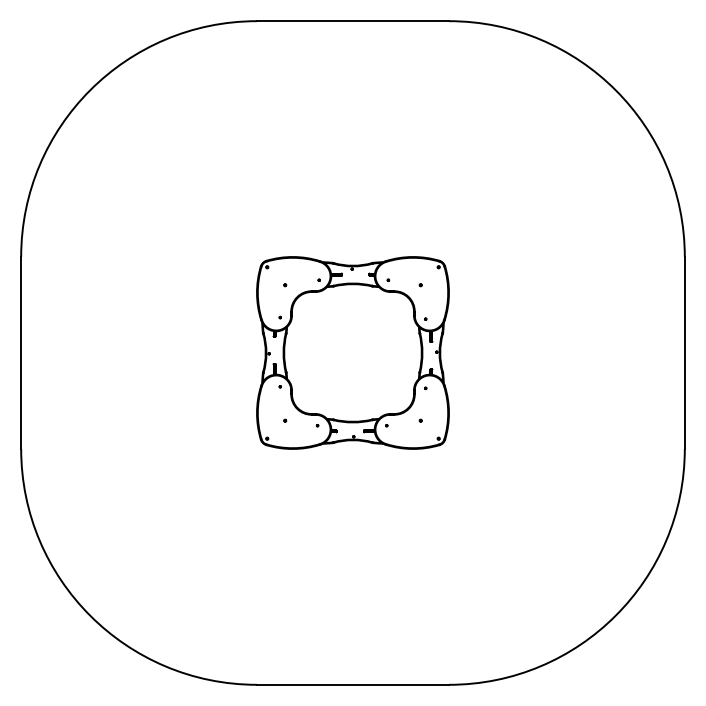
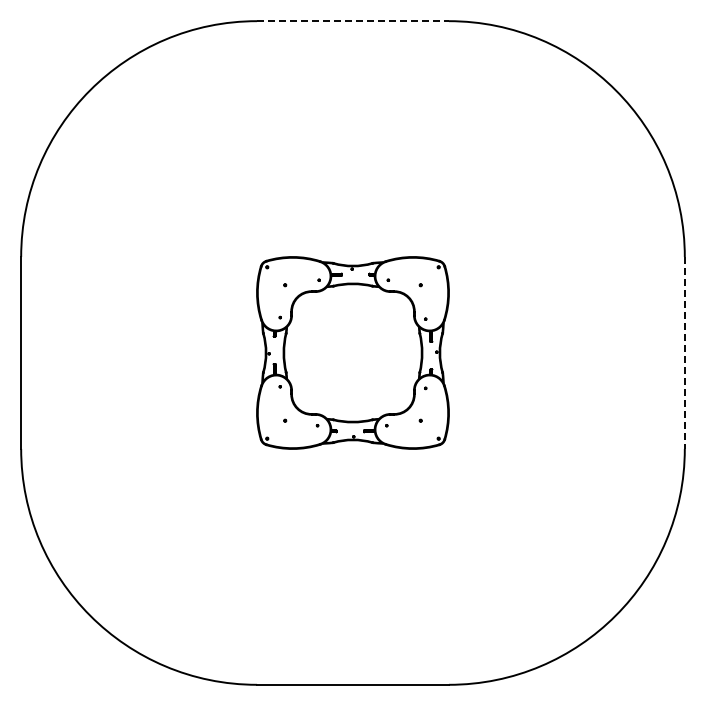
line at (353, 21): solid -> dashed
line at (684, 353): solid -> dashed
